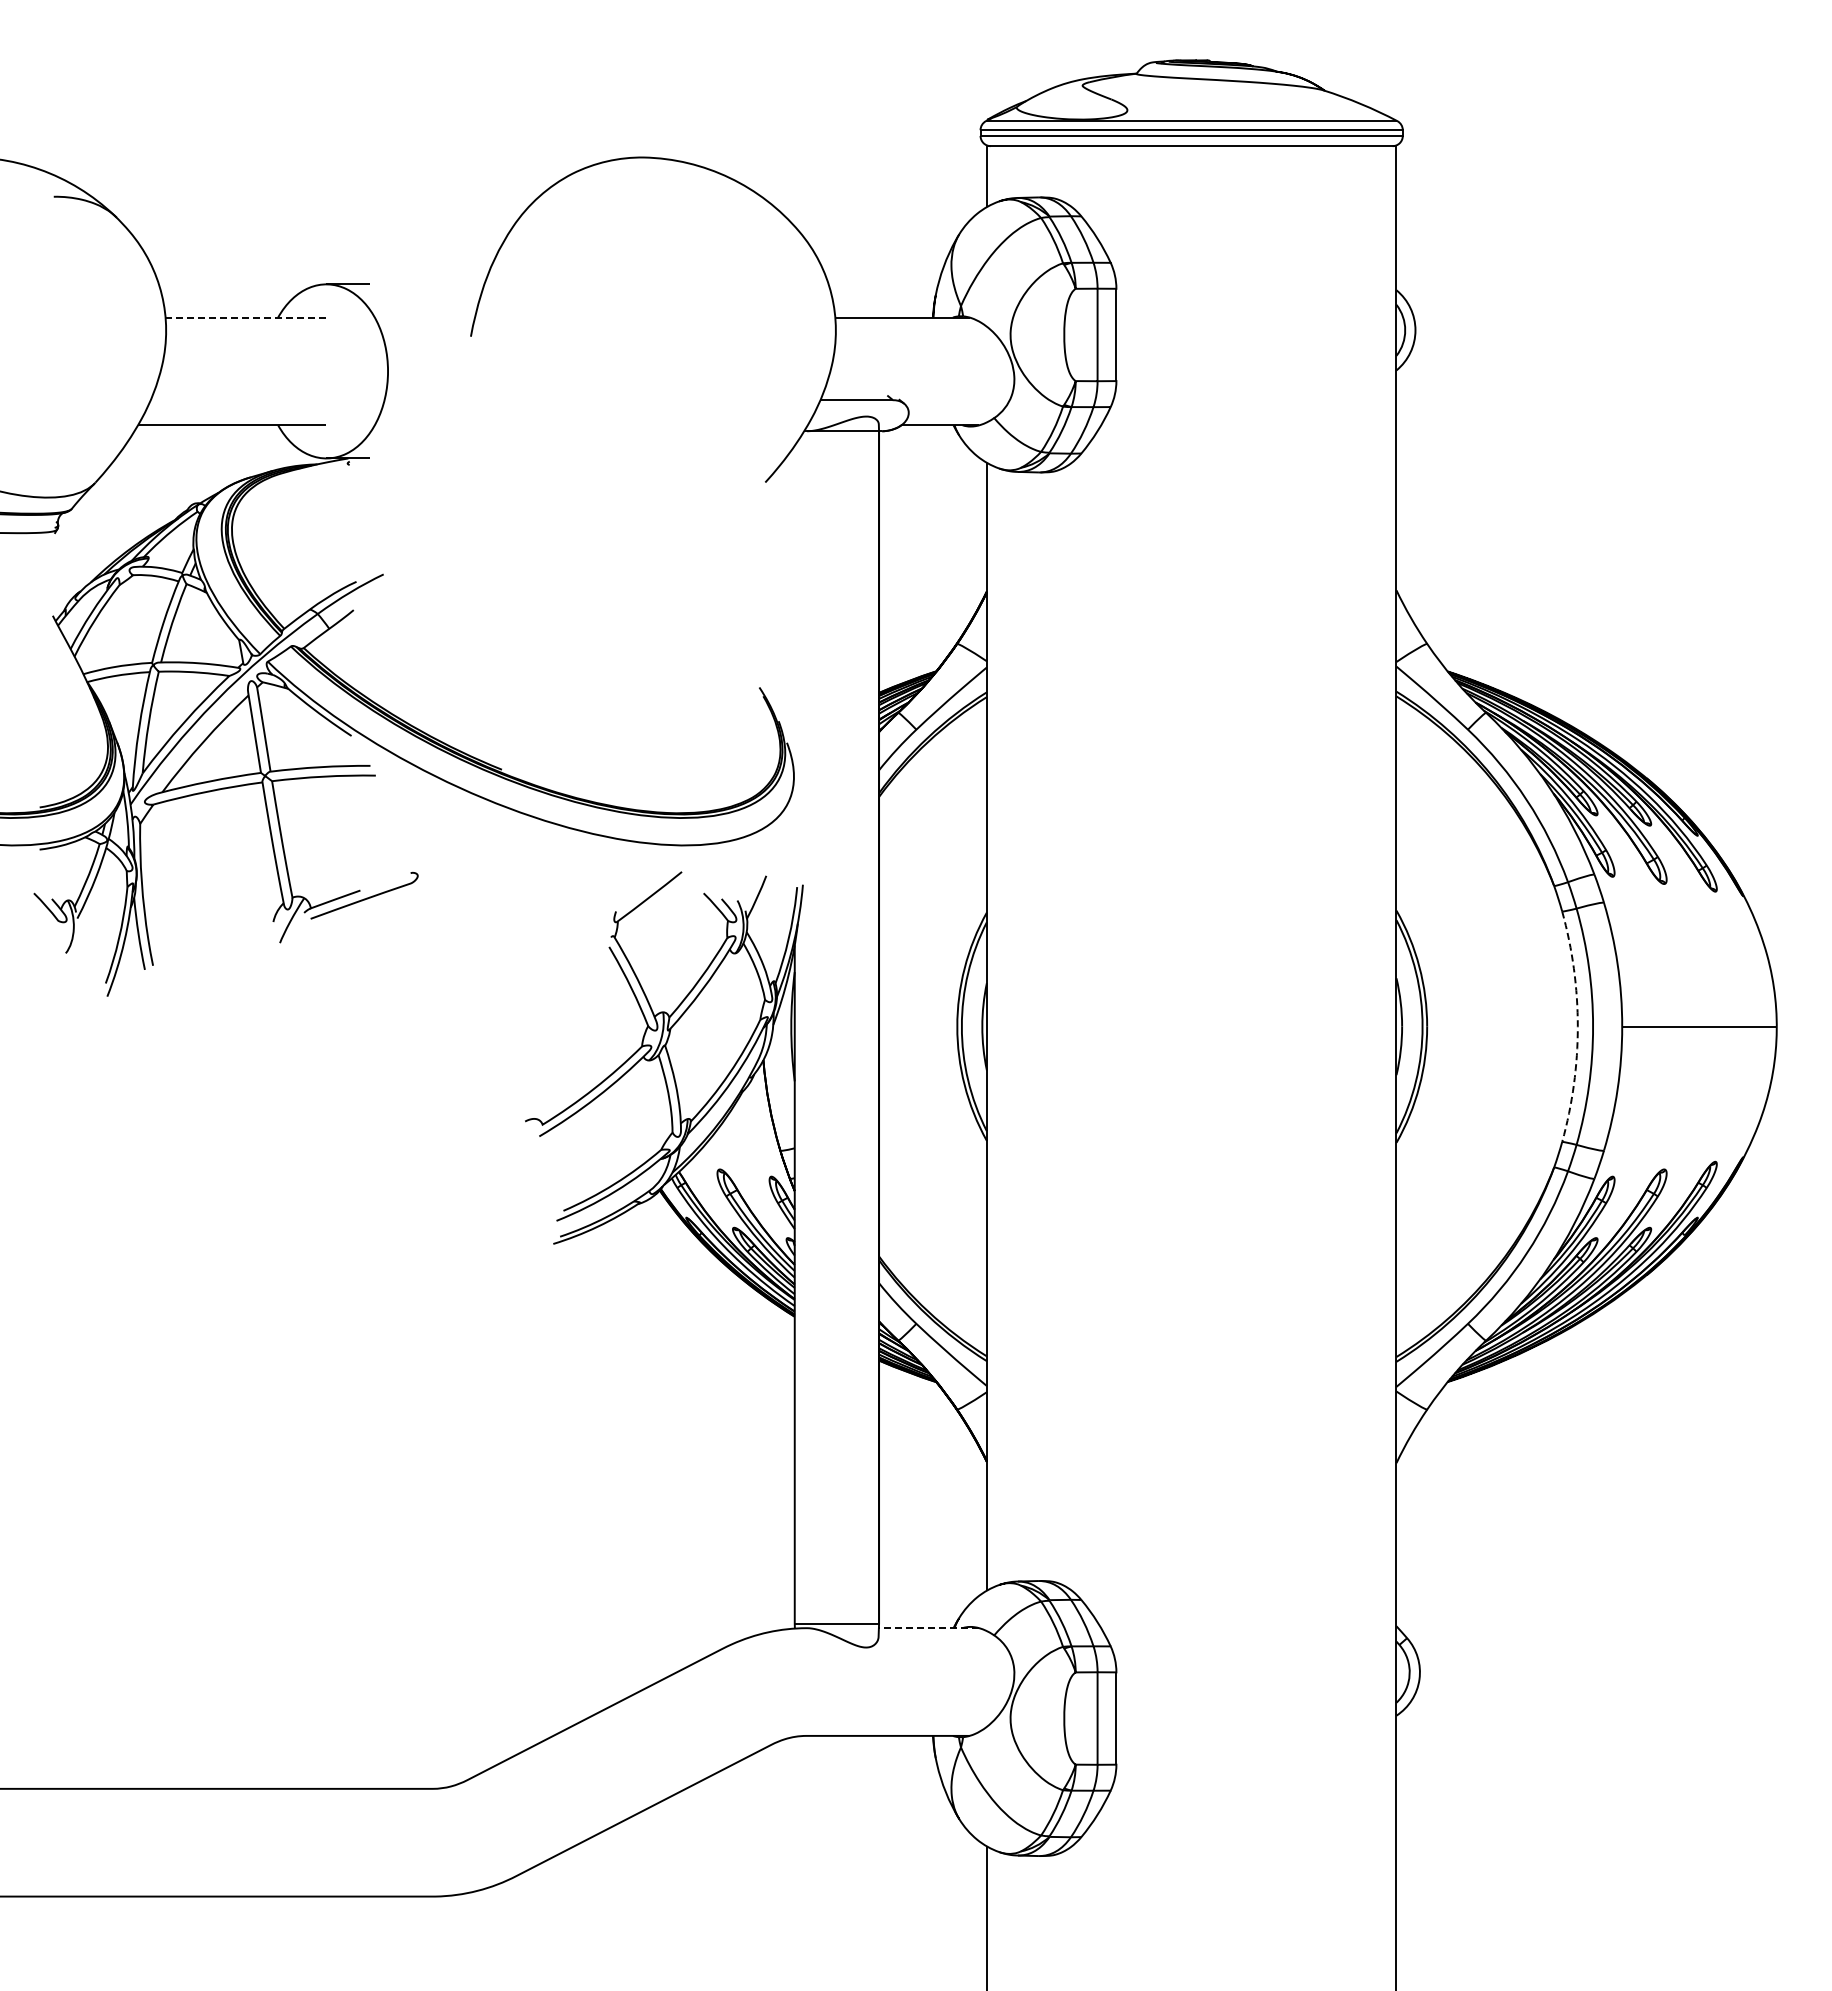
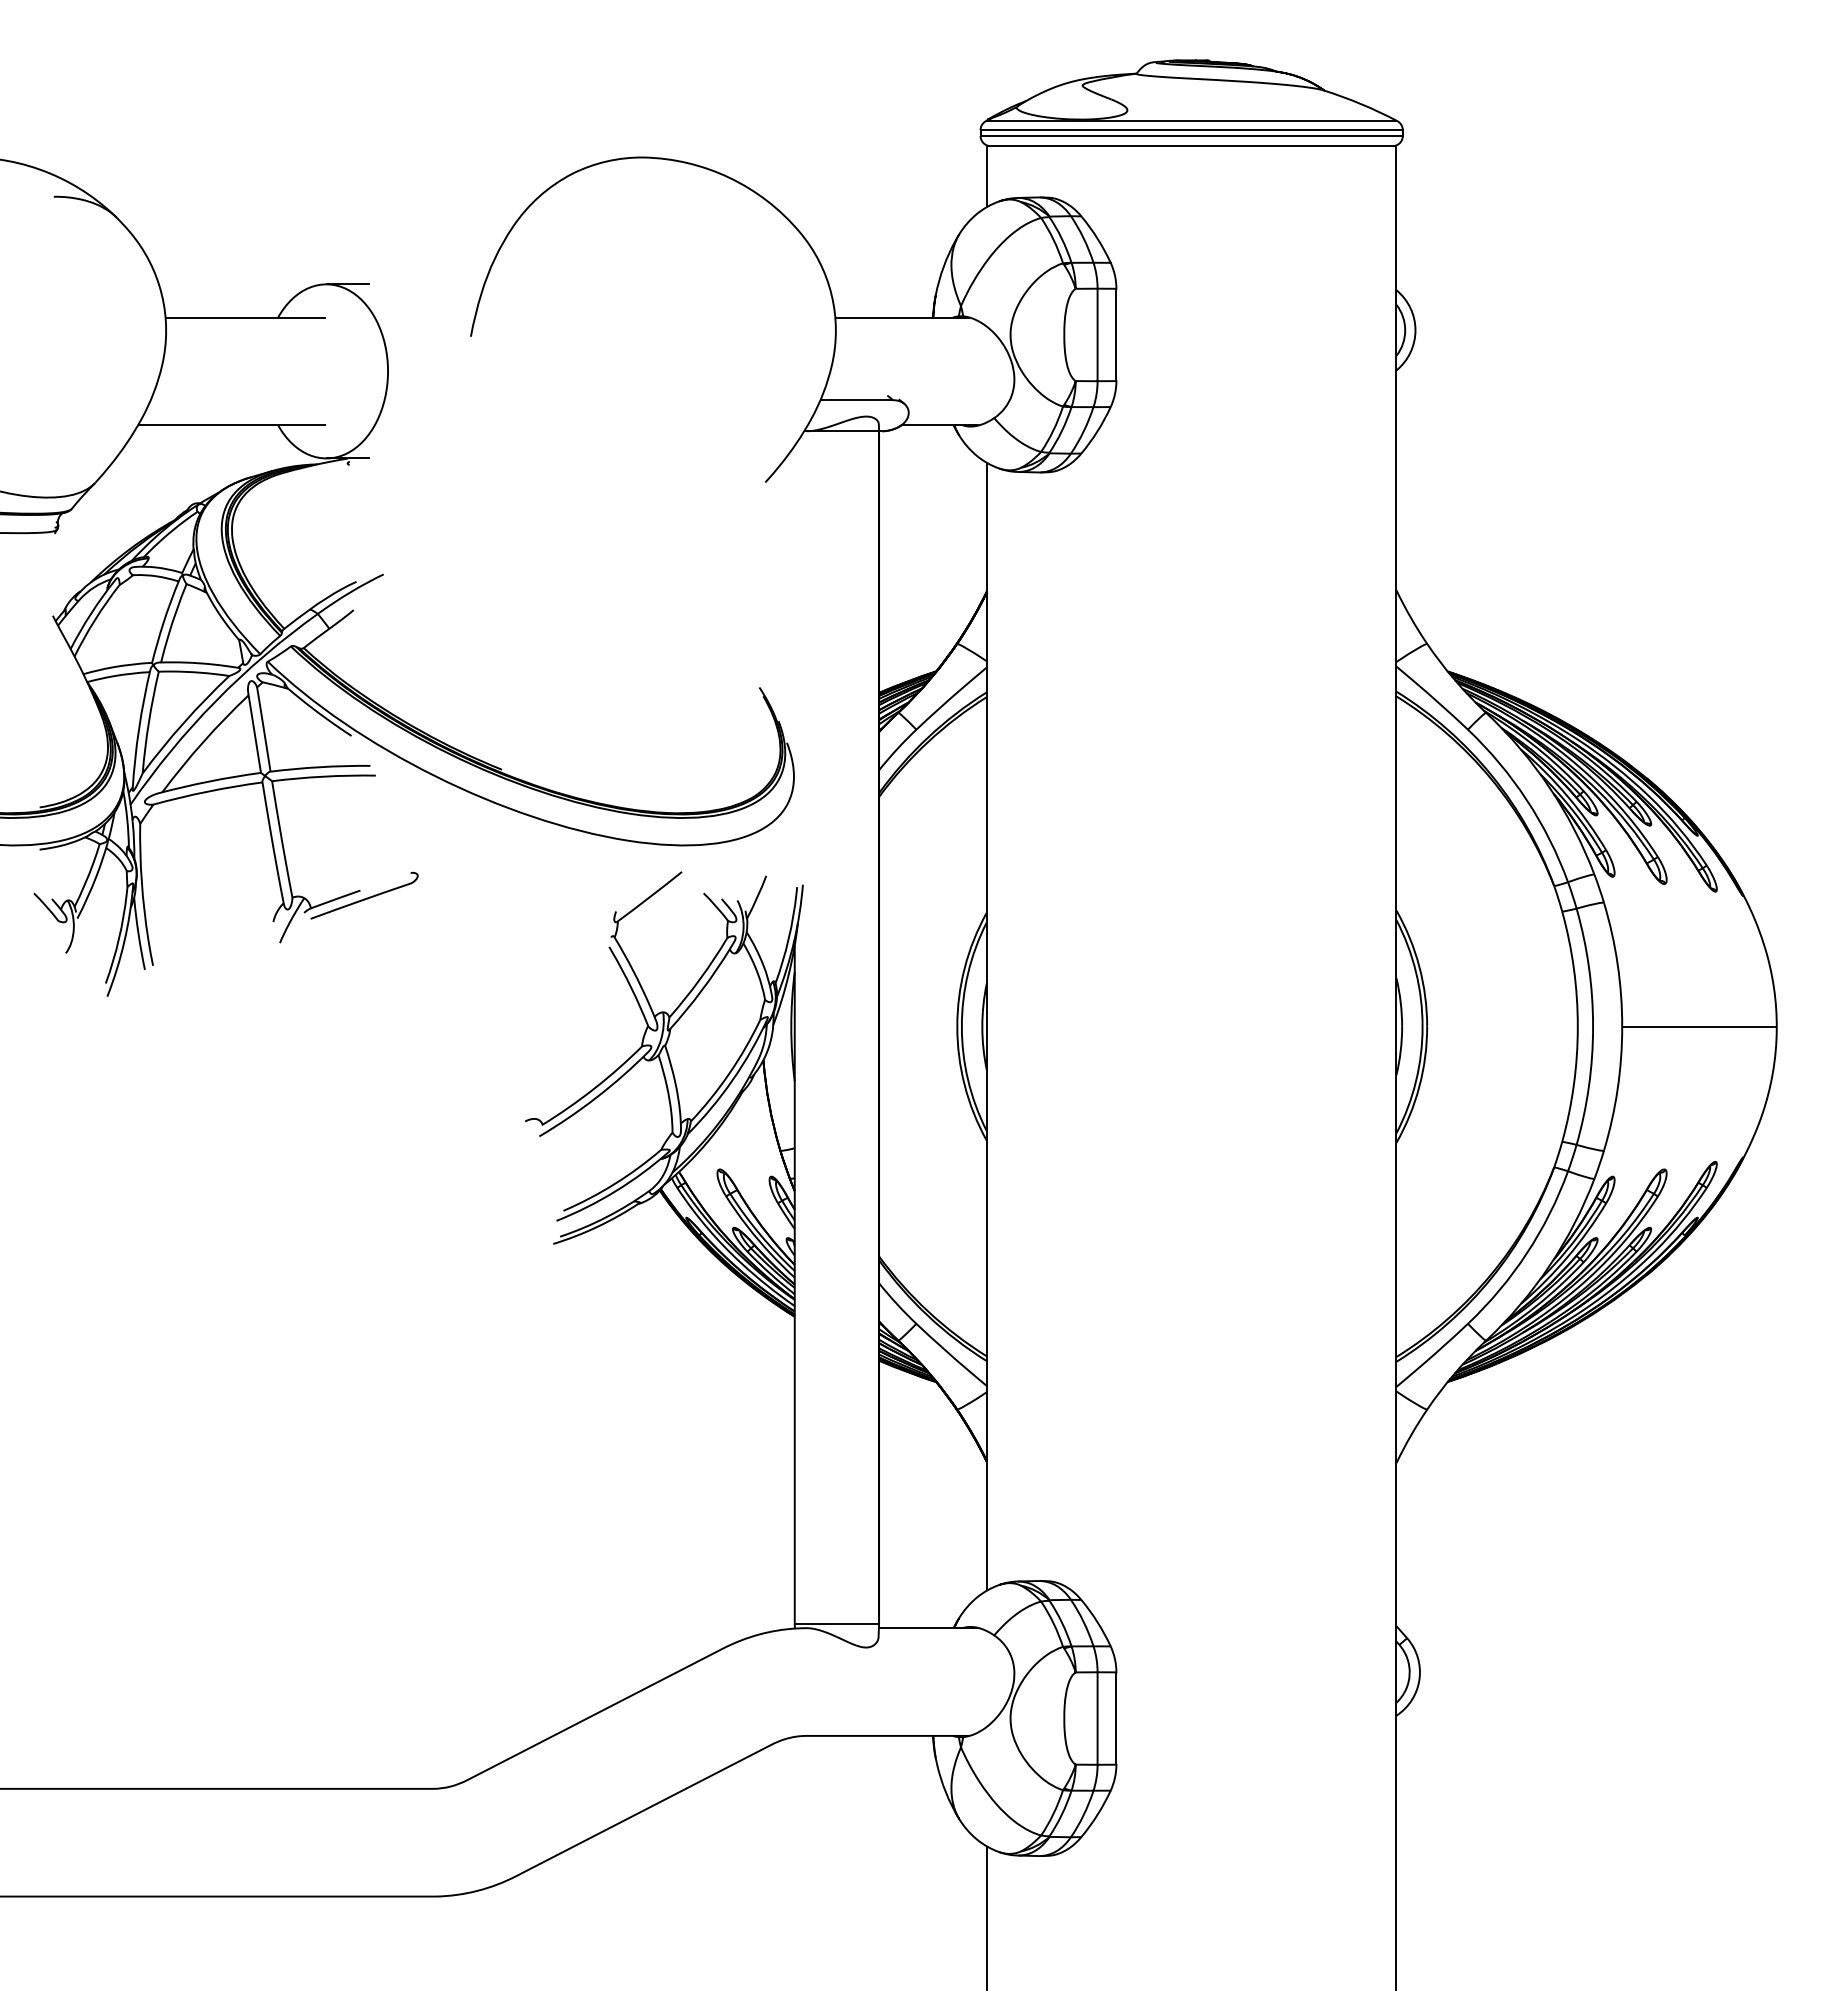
line at (245, 317): dashed -> solid
line at (1577, 1026): dashed -> solid
line at (928, 1628): dashed -> solid
